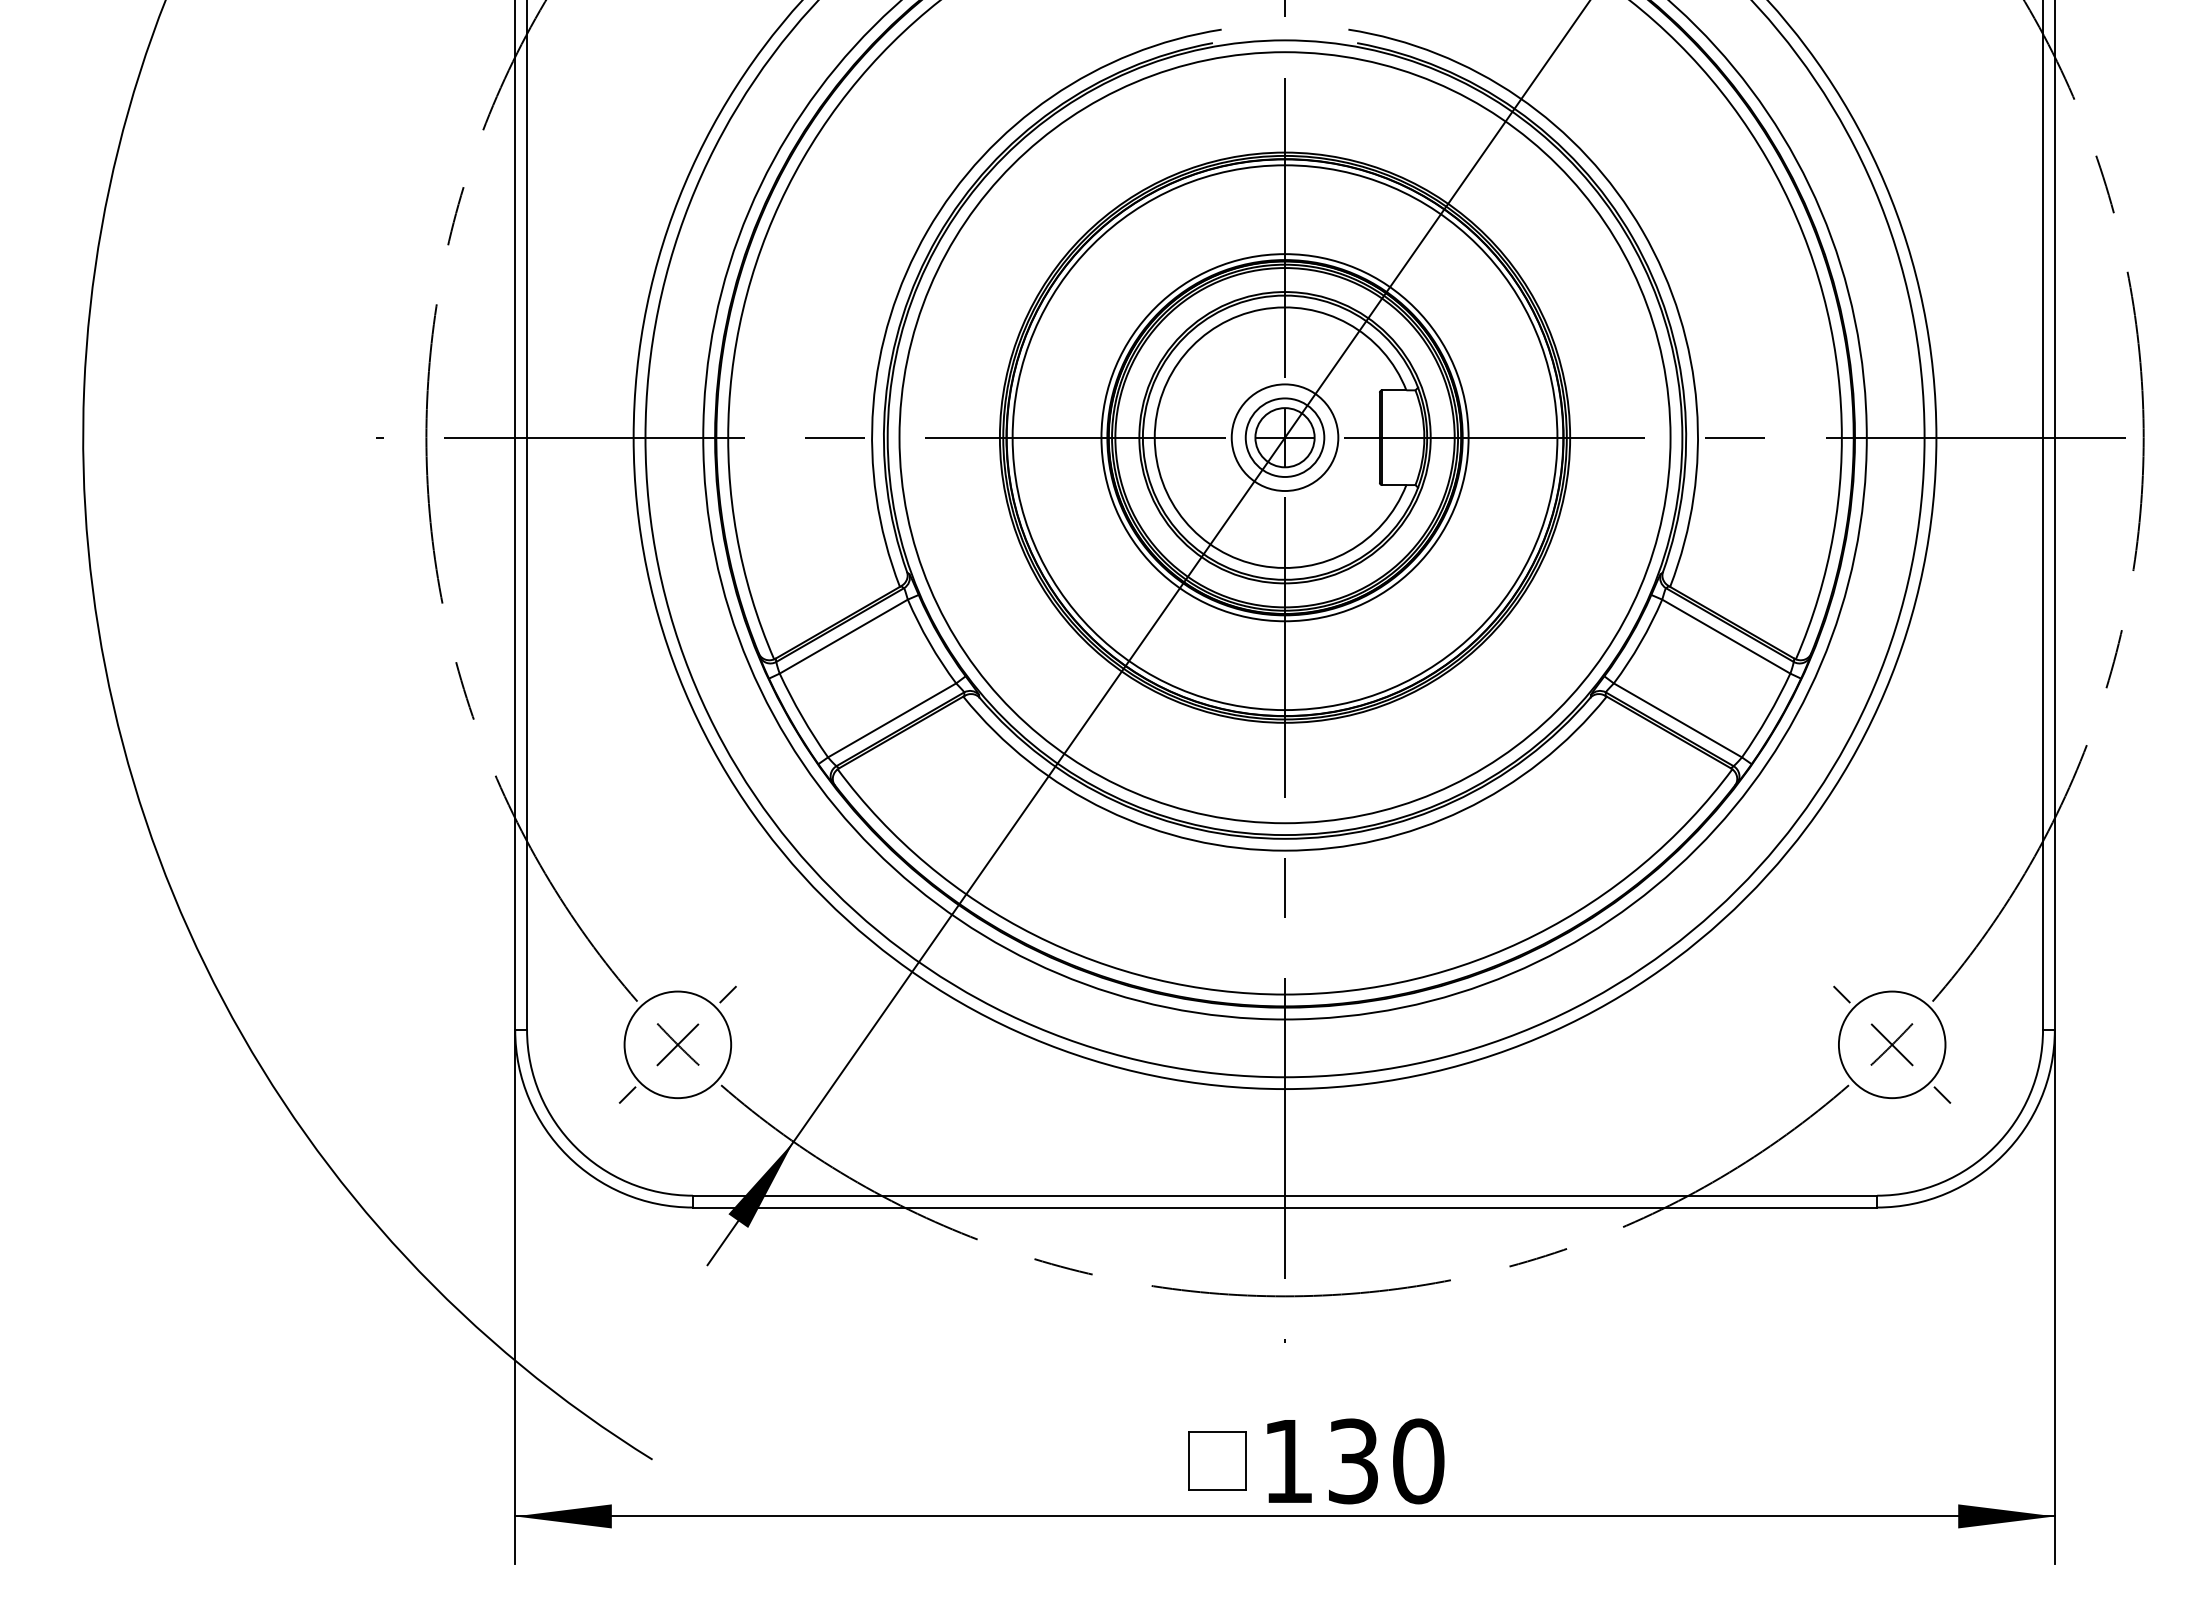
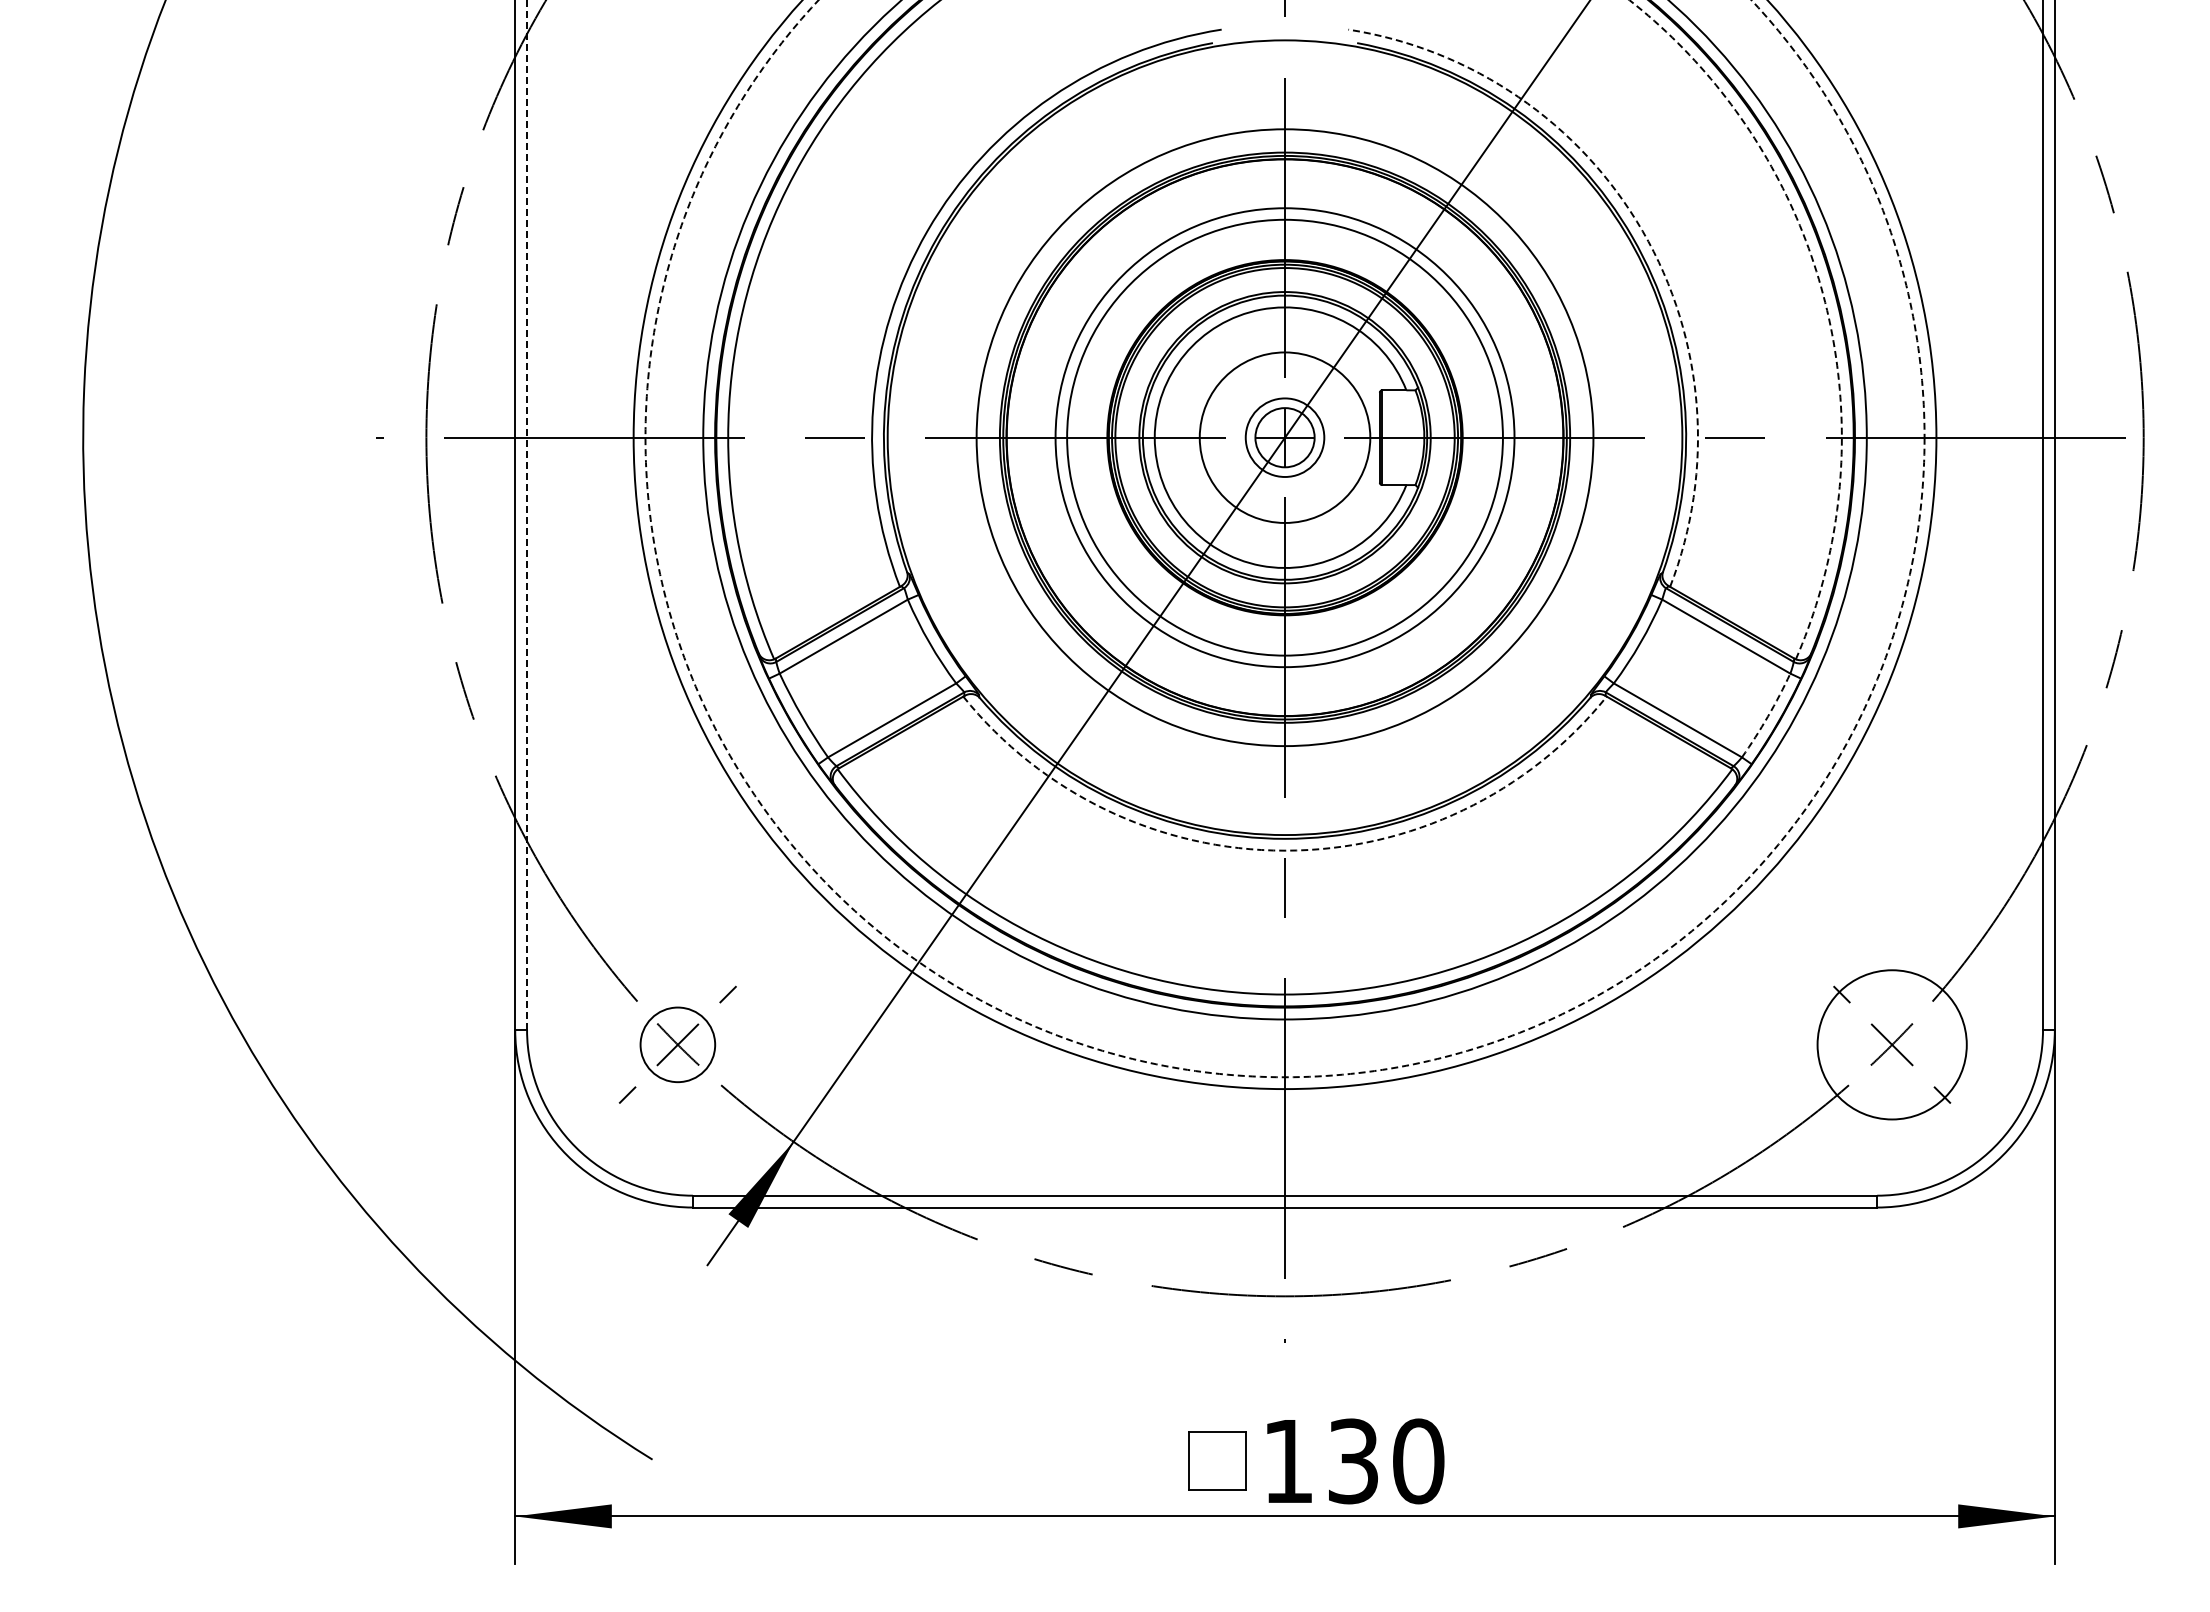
arc at (1642, 231): solid -> dashed
arc at (1824, 300): solid -> dashed
circle at (1284, 437) diameter: 107 px -> 171 px
circle at (1284, 437) diameter: 367 px -> 459 px
circle at (1284, 437) diameter: 545 px -> 436 px
circle at (1284, 437) diameter: 771 px -> 617 px
line at (527, 515): solid -> dashed
circle at (1284, 538): solid -> dashed
arc at (1767, 716): solid -> dashed
arc at (1285, 850): solid -> dashed
circle at (677, 1044) diameter: 107 px -> 75 px
circle at (1891, 1044) diameter: 107 px -> 149 px
